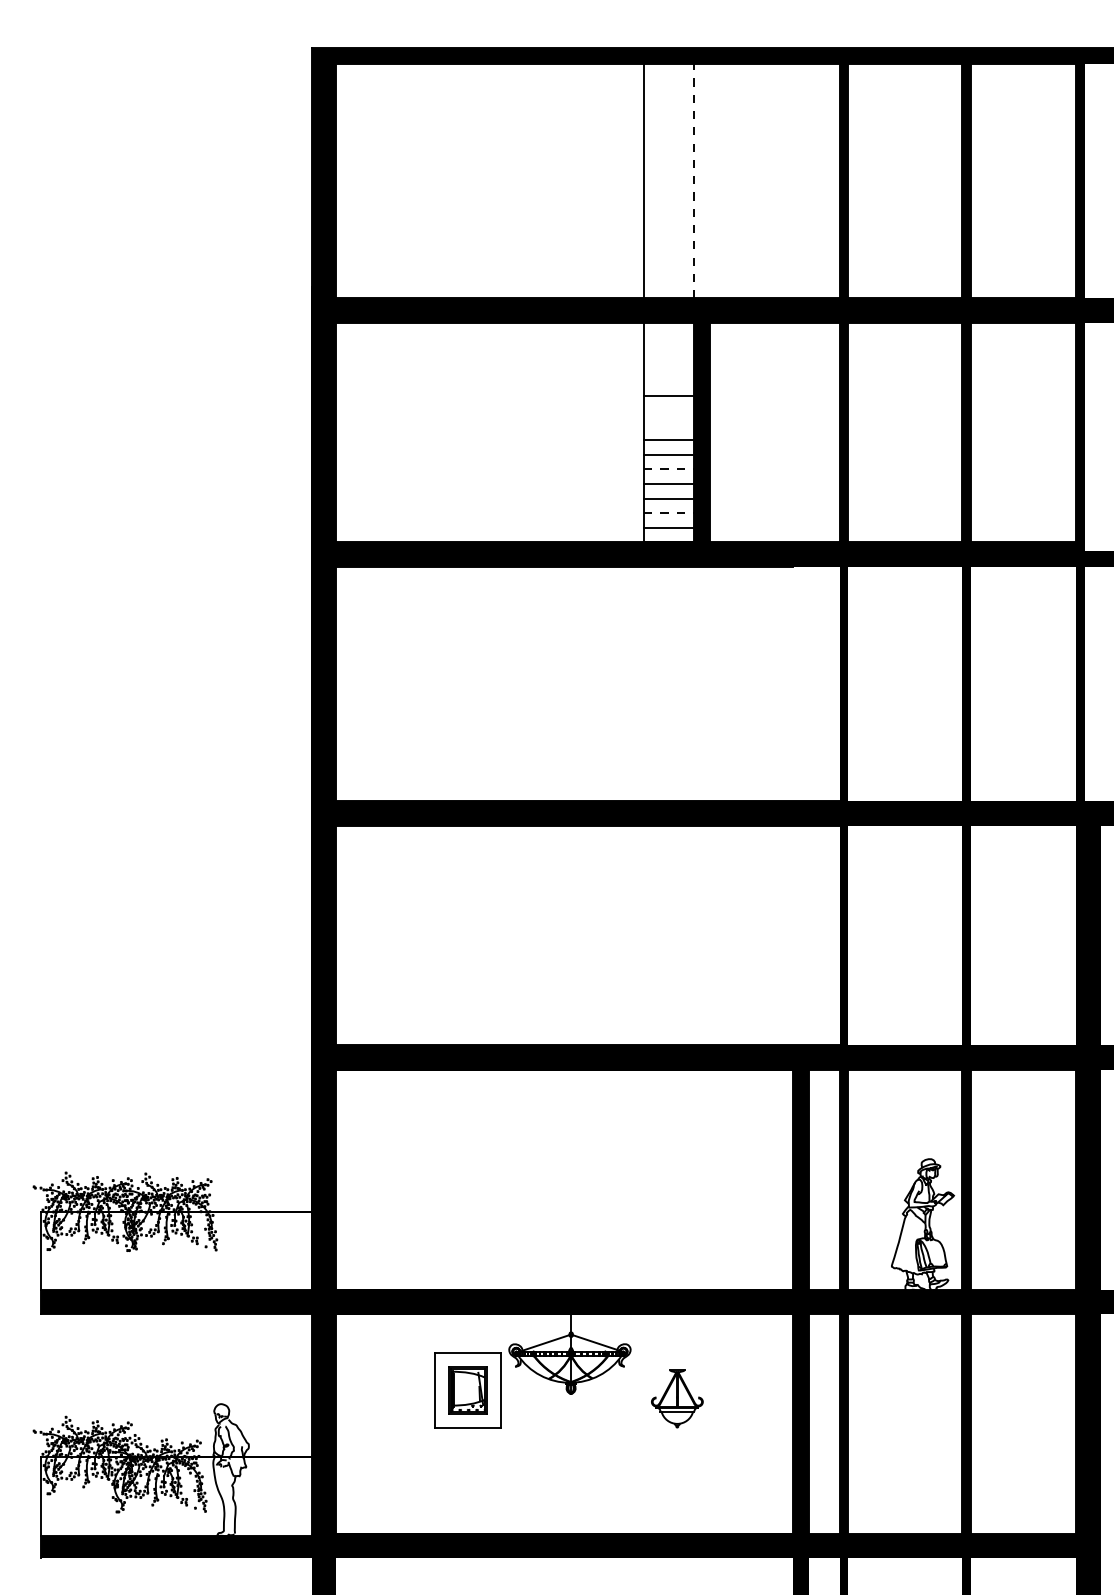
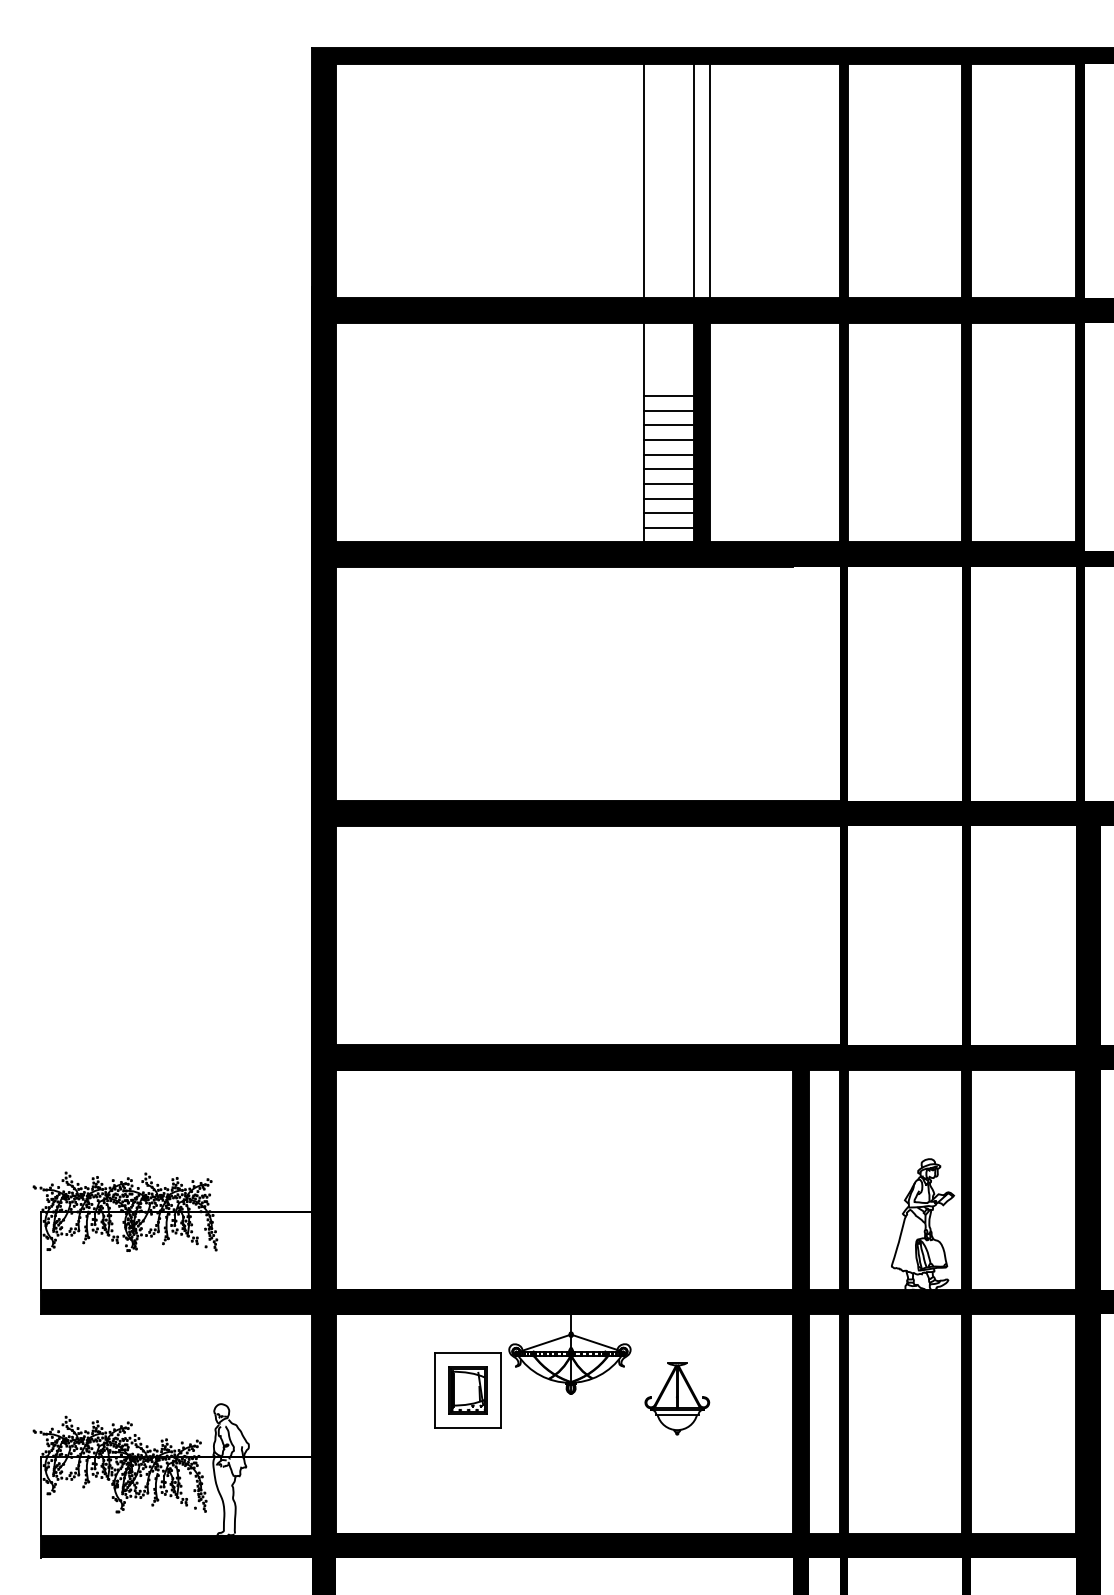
line at (693, 180): dashed -> solid
line at (710, 181): none -> present
line at (668, 410): none -> present
line at (668, 425): none -> present
line at (669, 469): dashed -> solid
line at (669, 513): dashed -> solid
part at (677, 1398) size: 53x60 px -> 67x74 px
